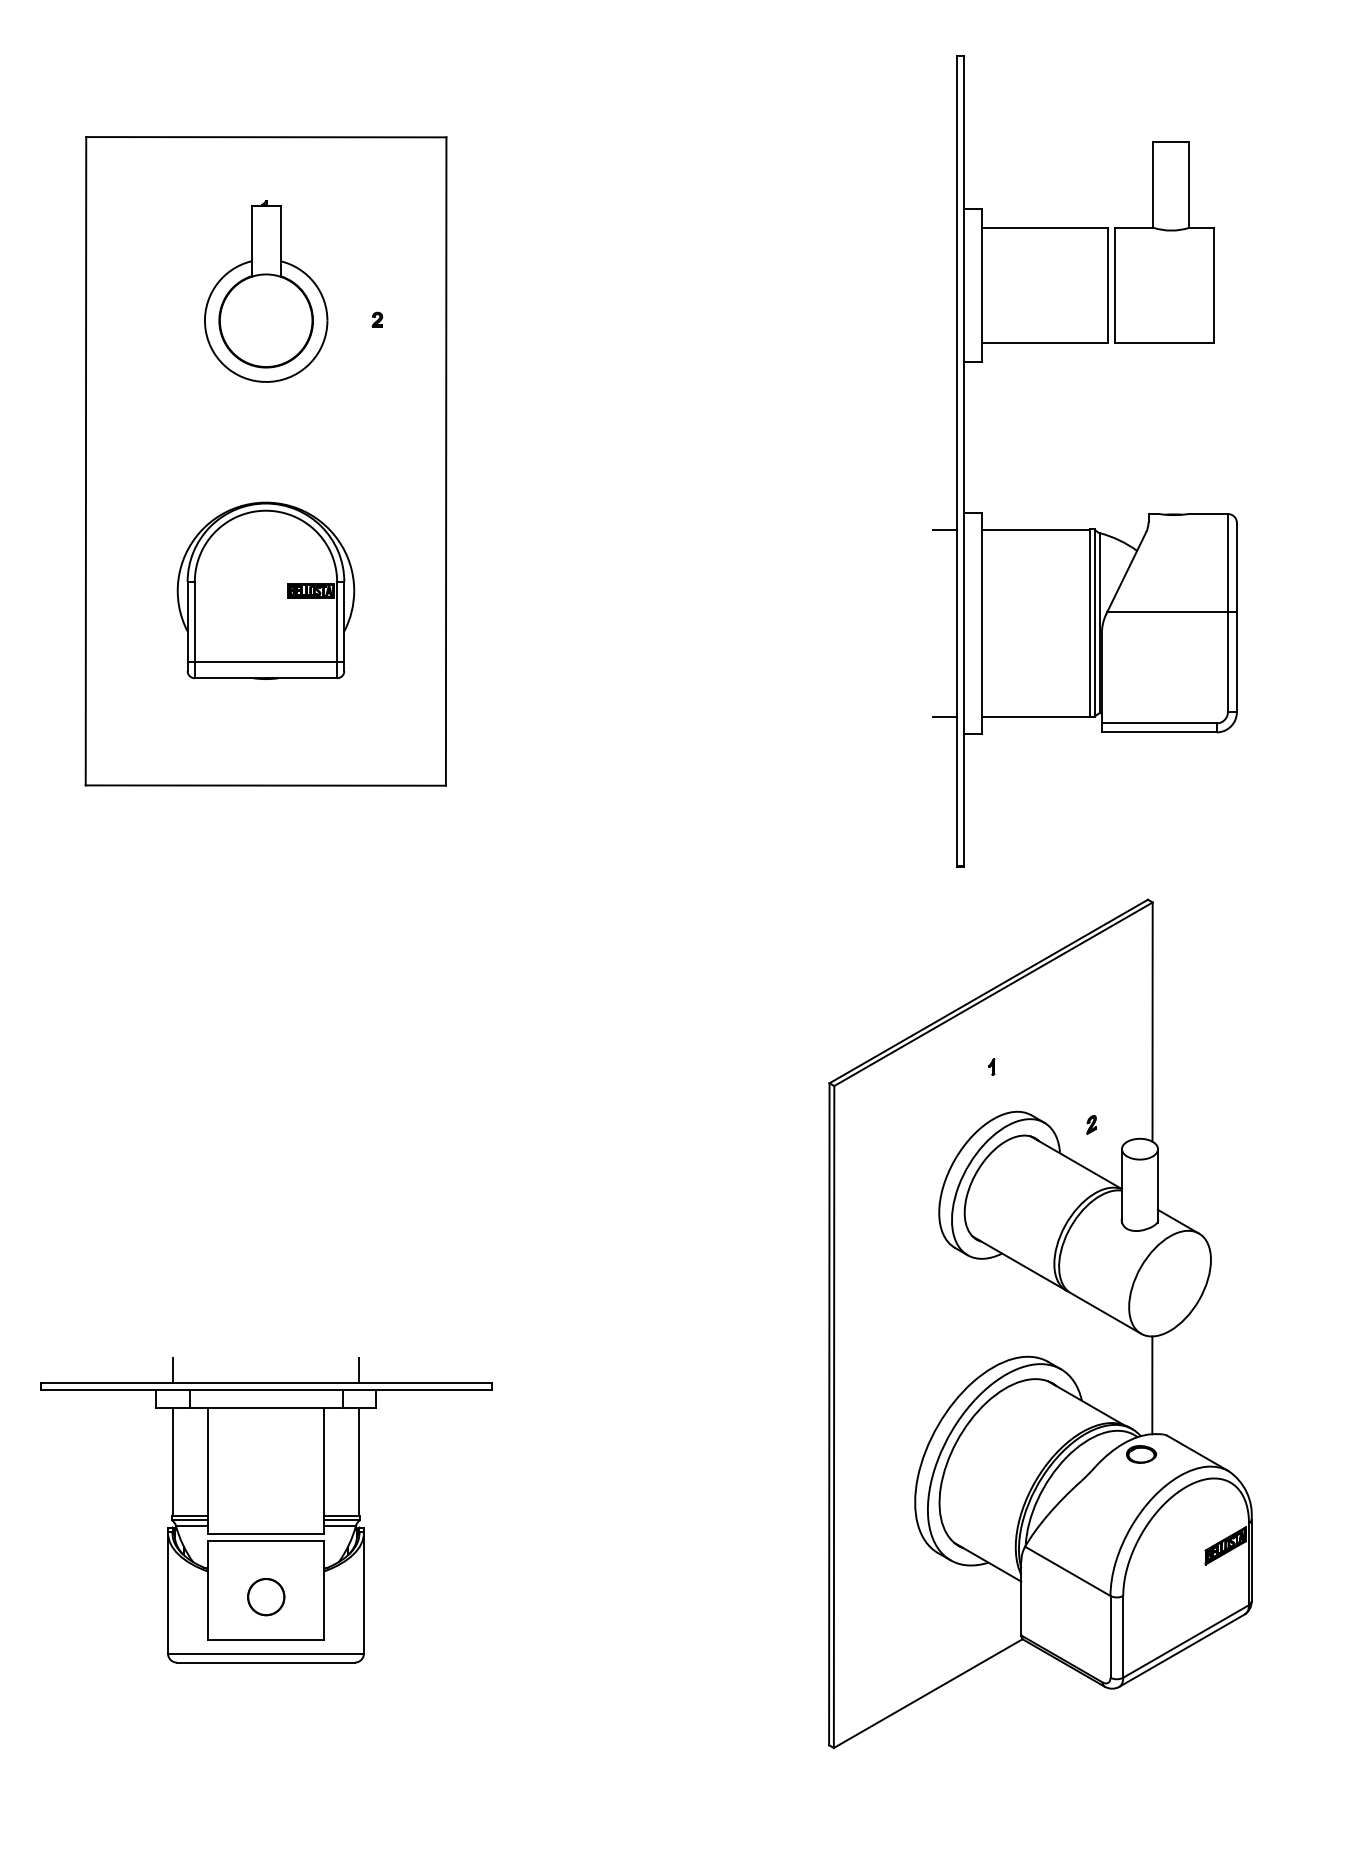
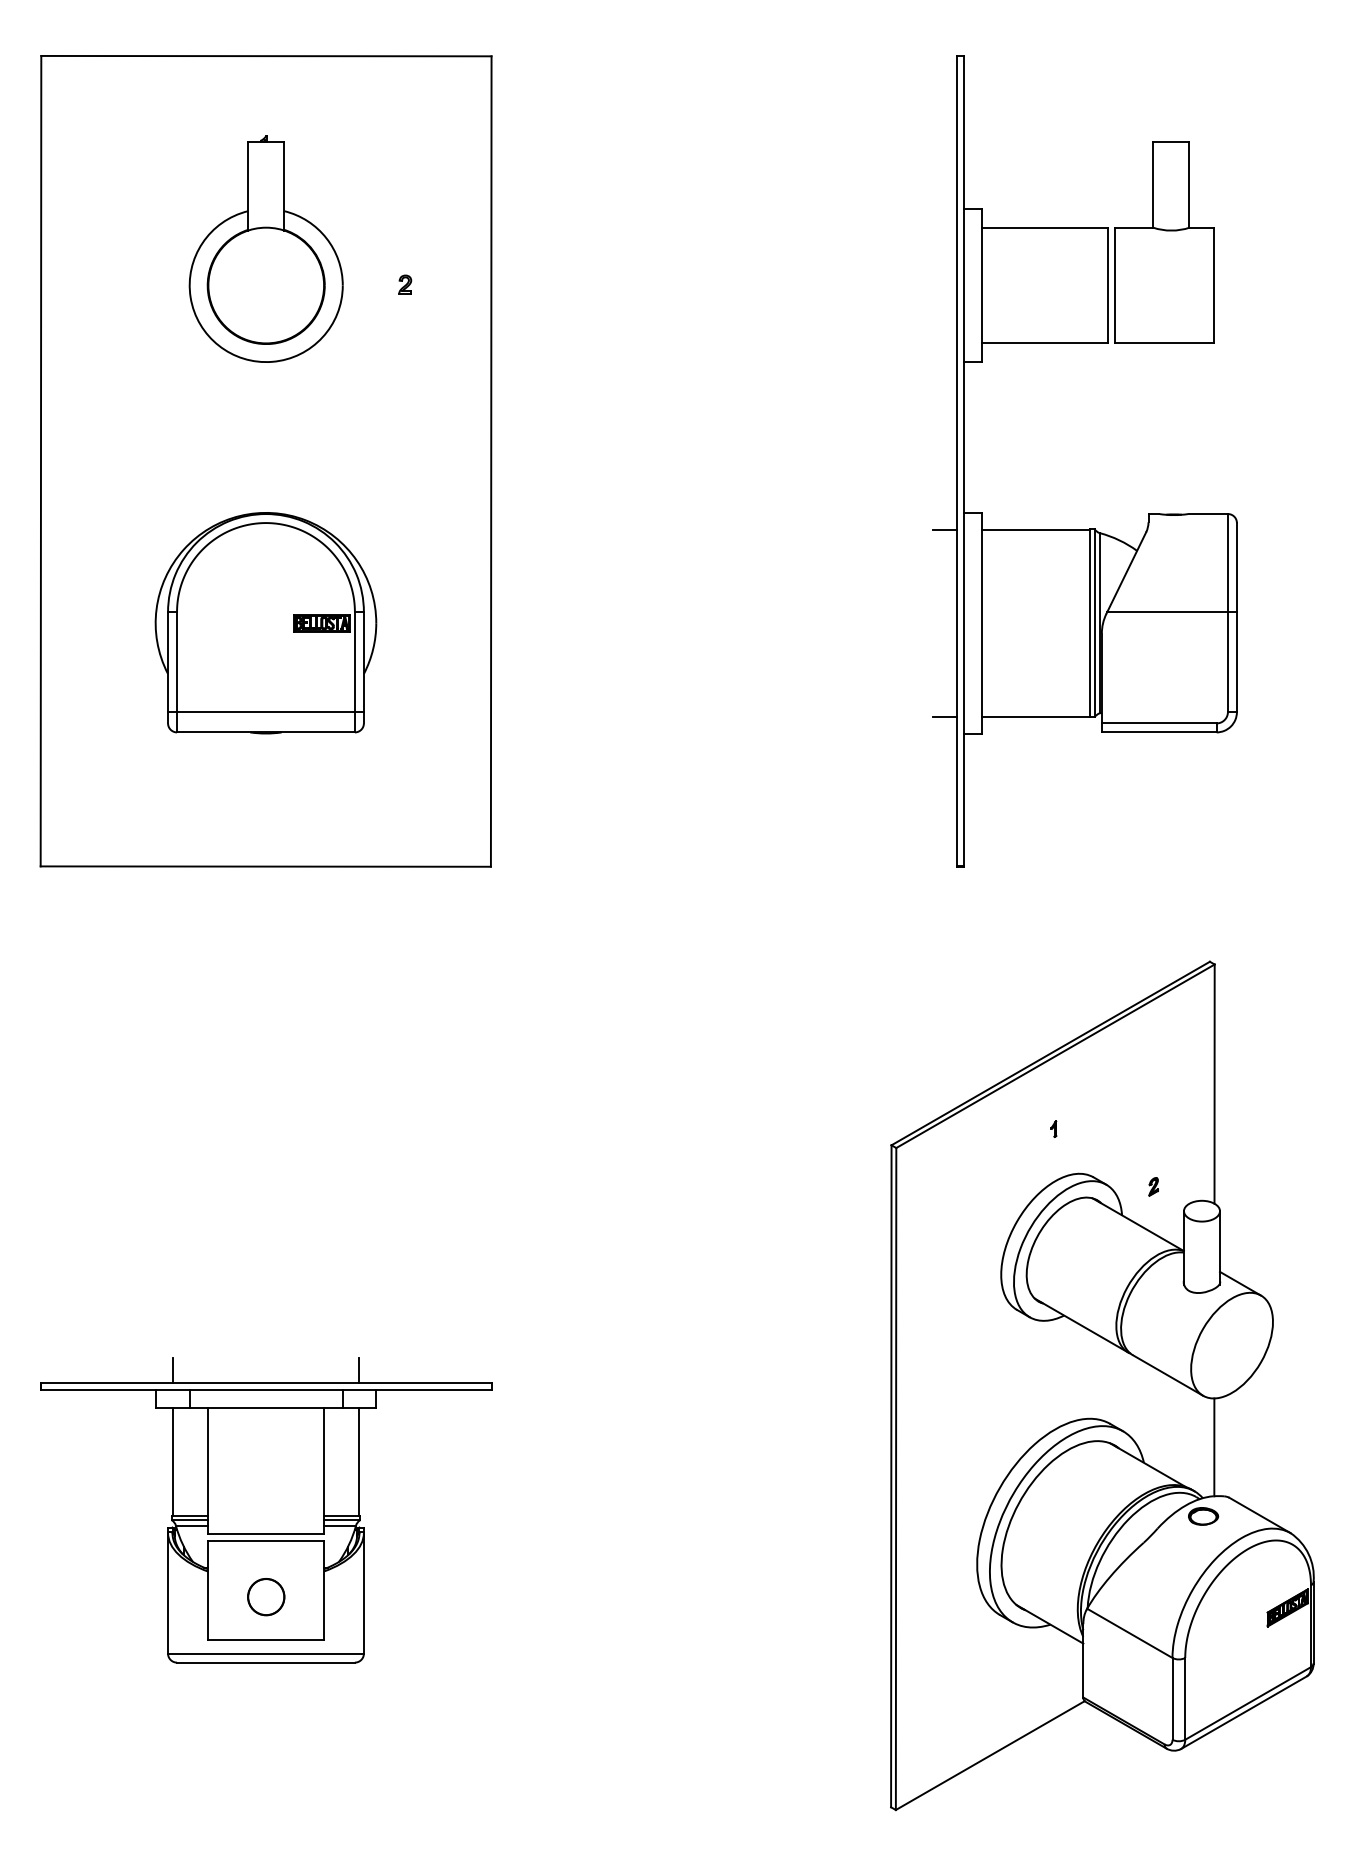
part at (265, 461) size: 364x651 px -> 454x813 px
part at (1040, 1323) position: (1040, 1323) -> (1102, 1385)
